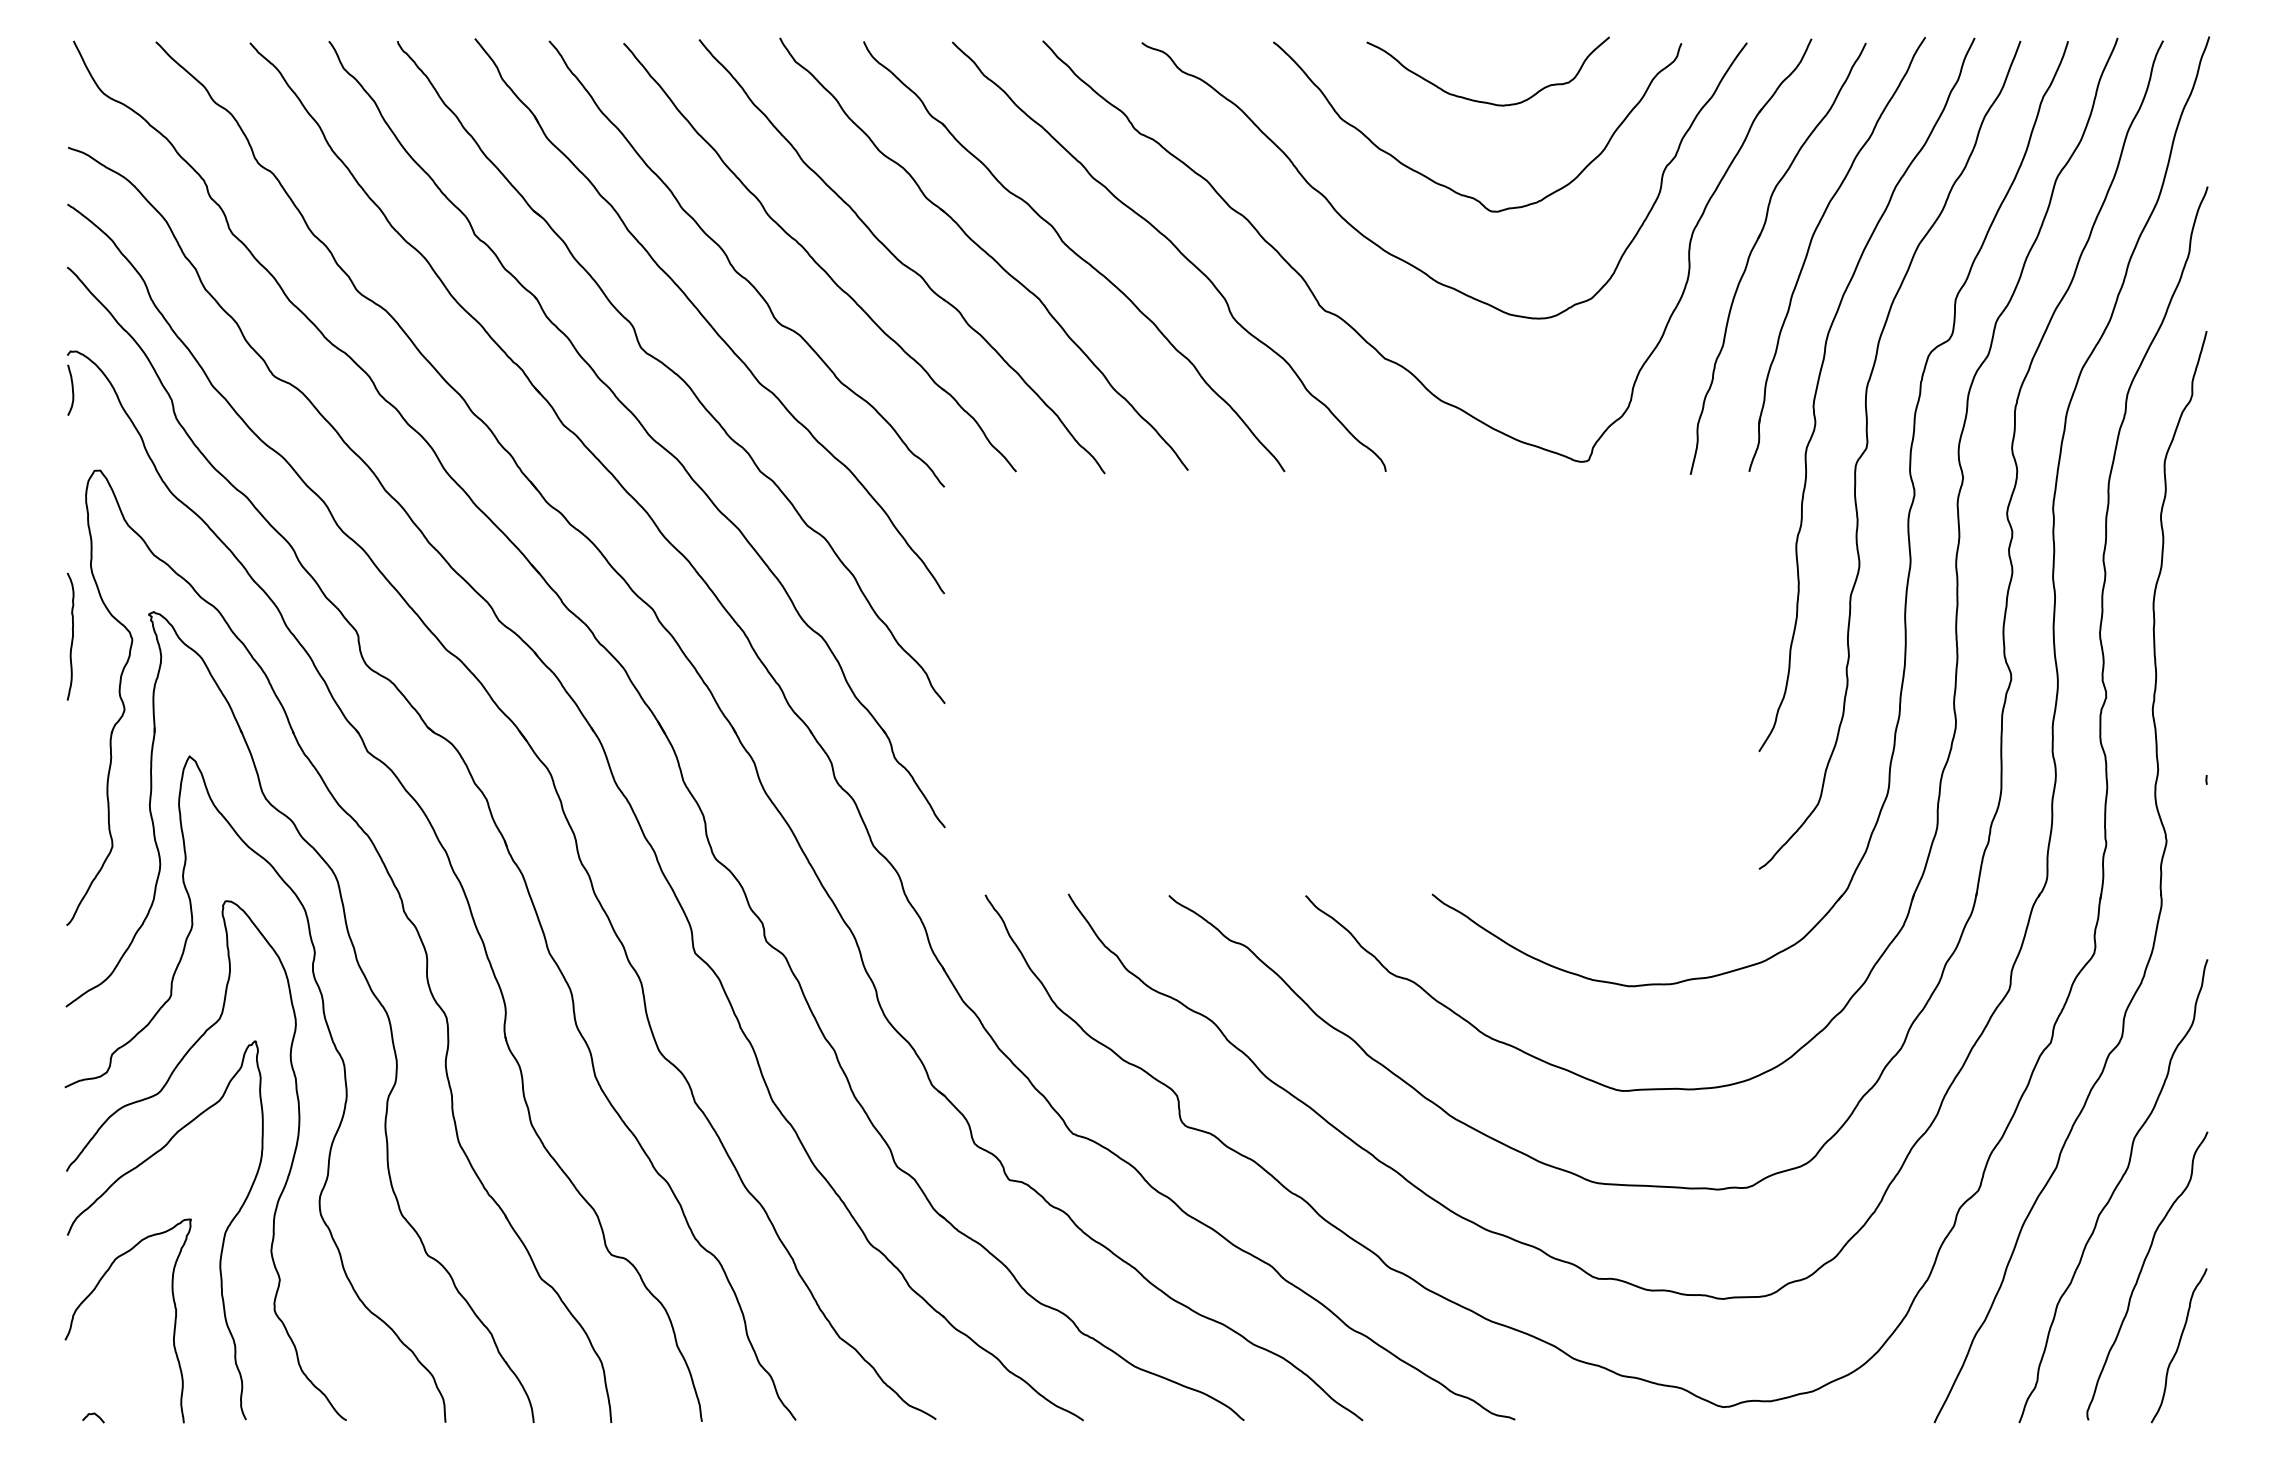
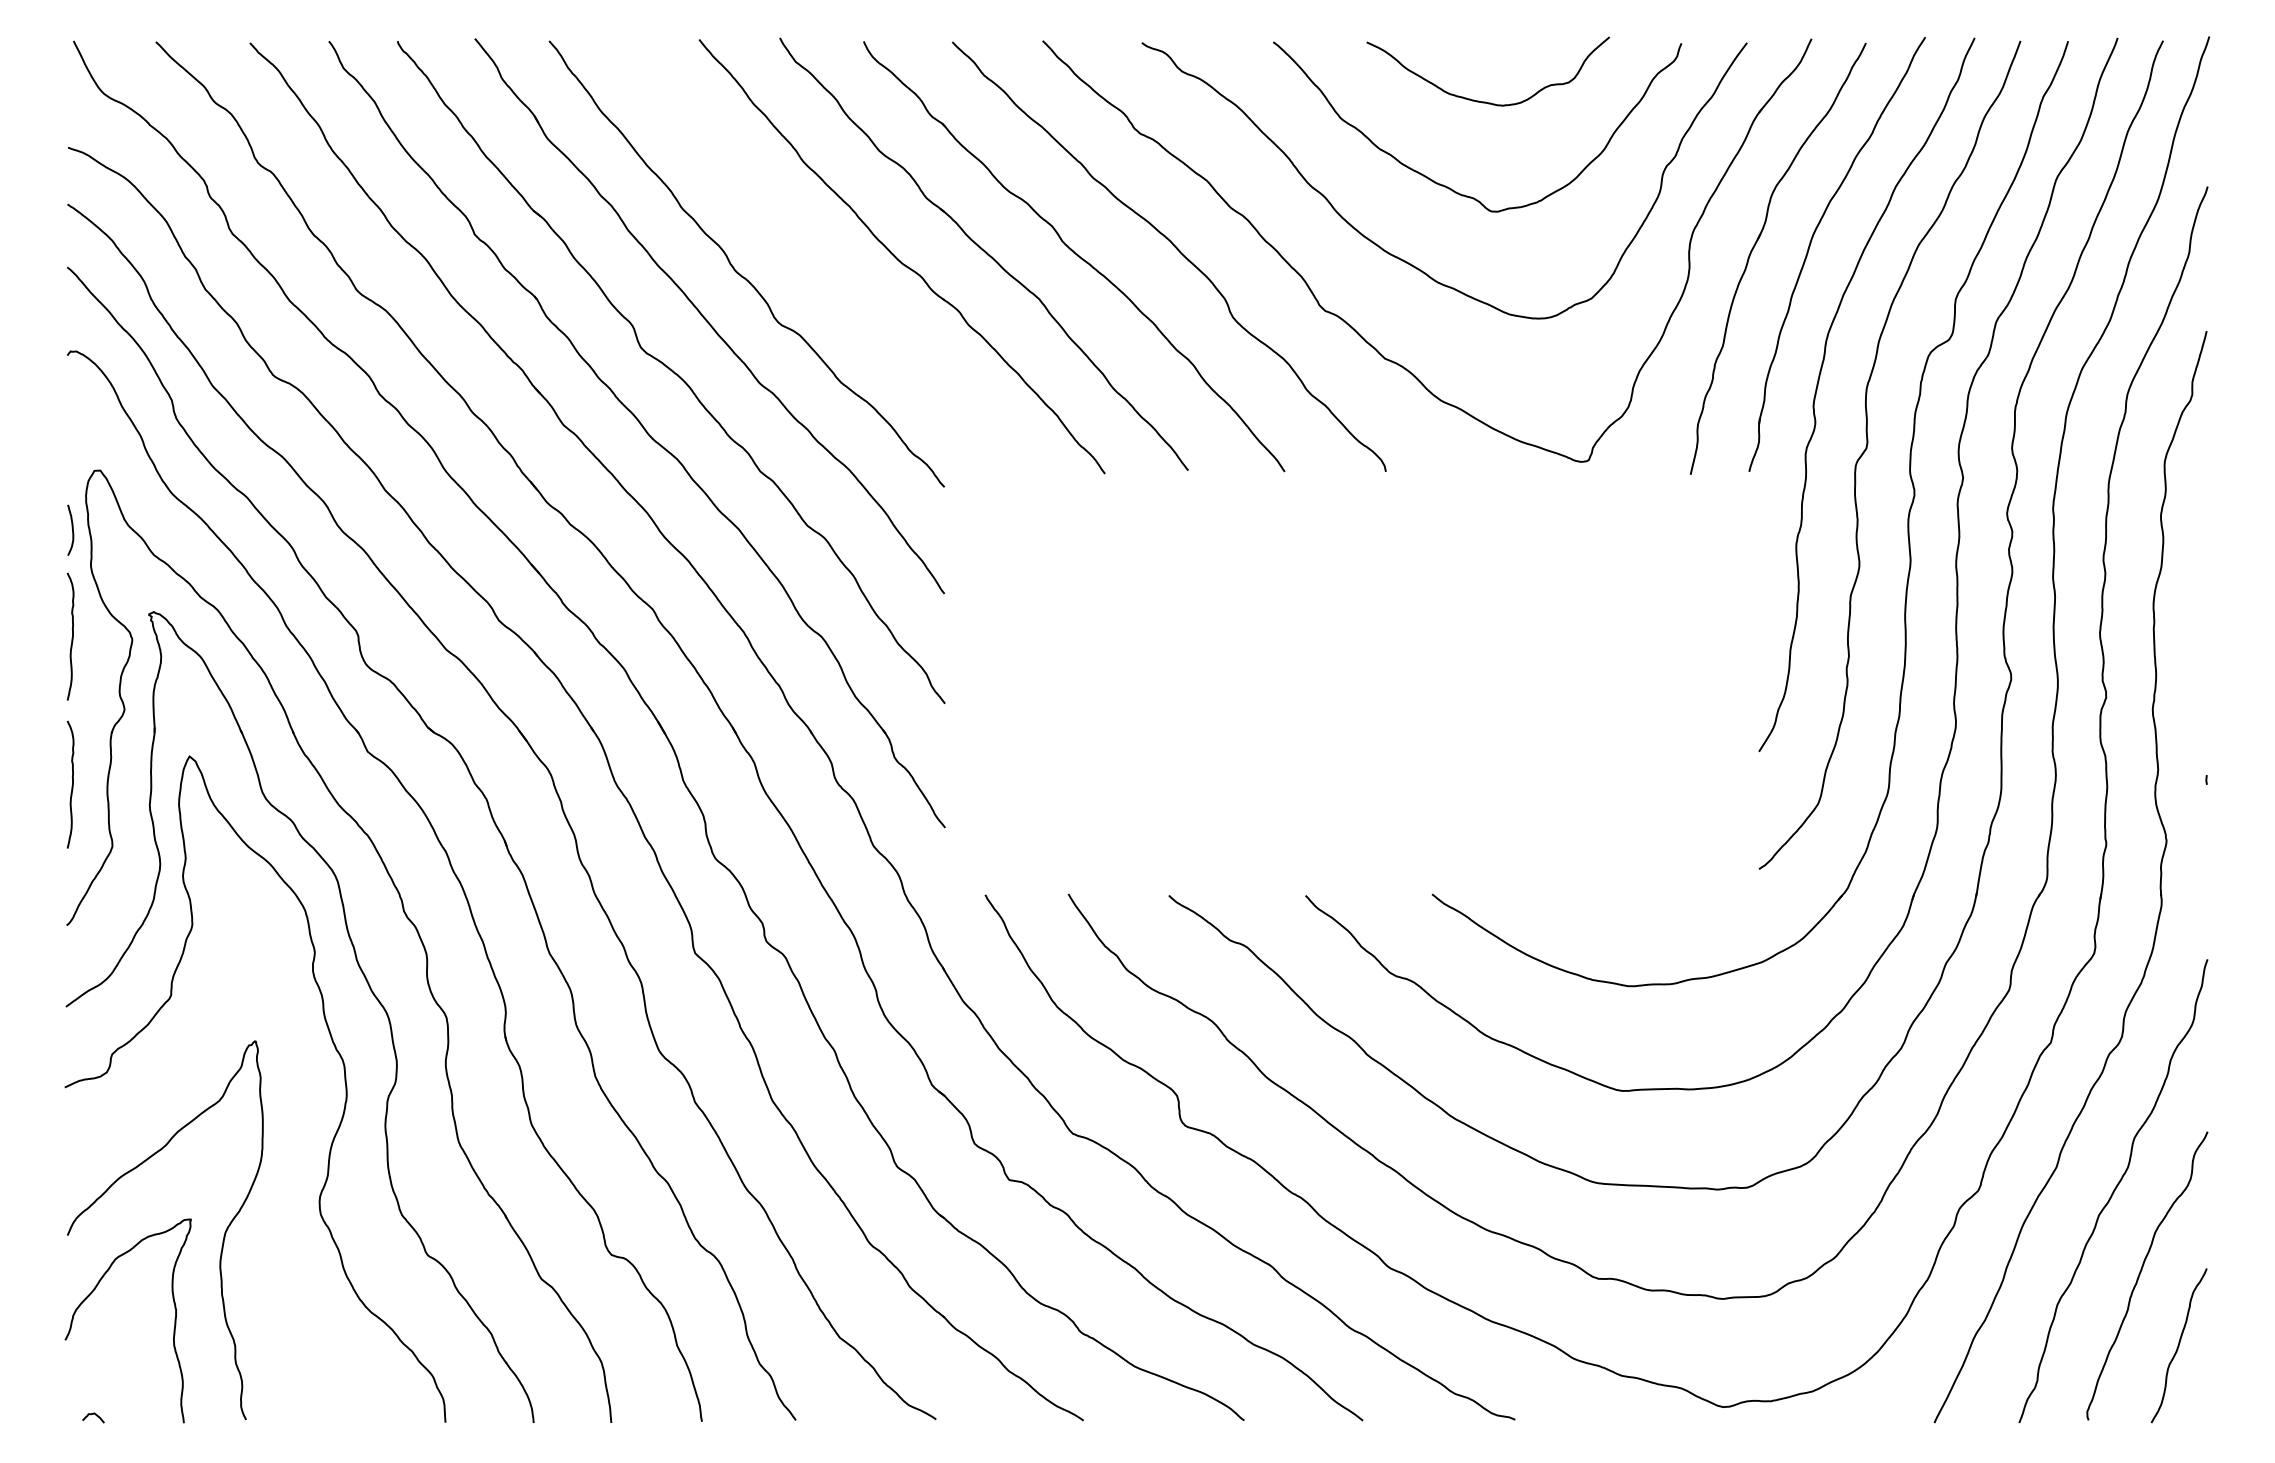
part at (819, 257): present -> none
curve at (71, 388) position: (71, 388) -> (71, 528)
curve at (71, 785): none -> present
curve at (278, 1197): present -> none
